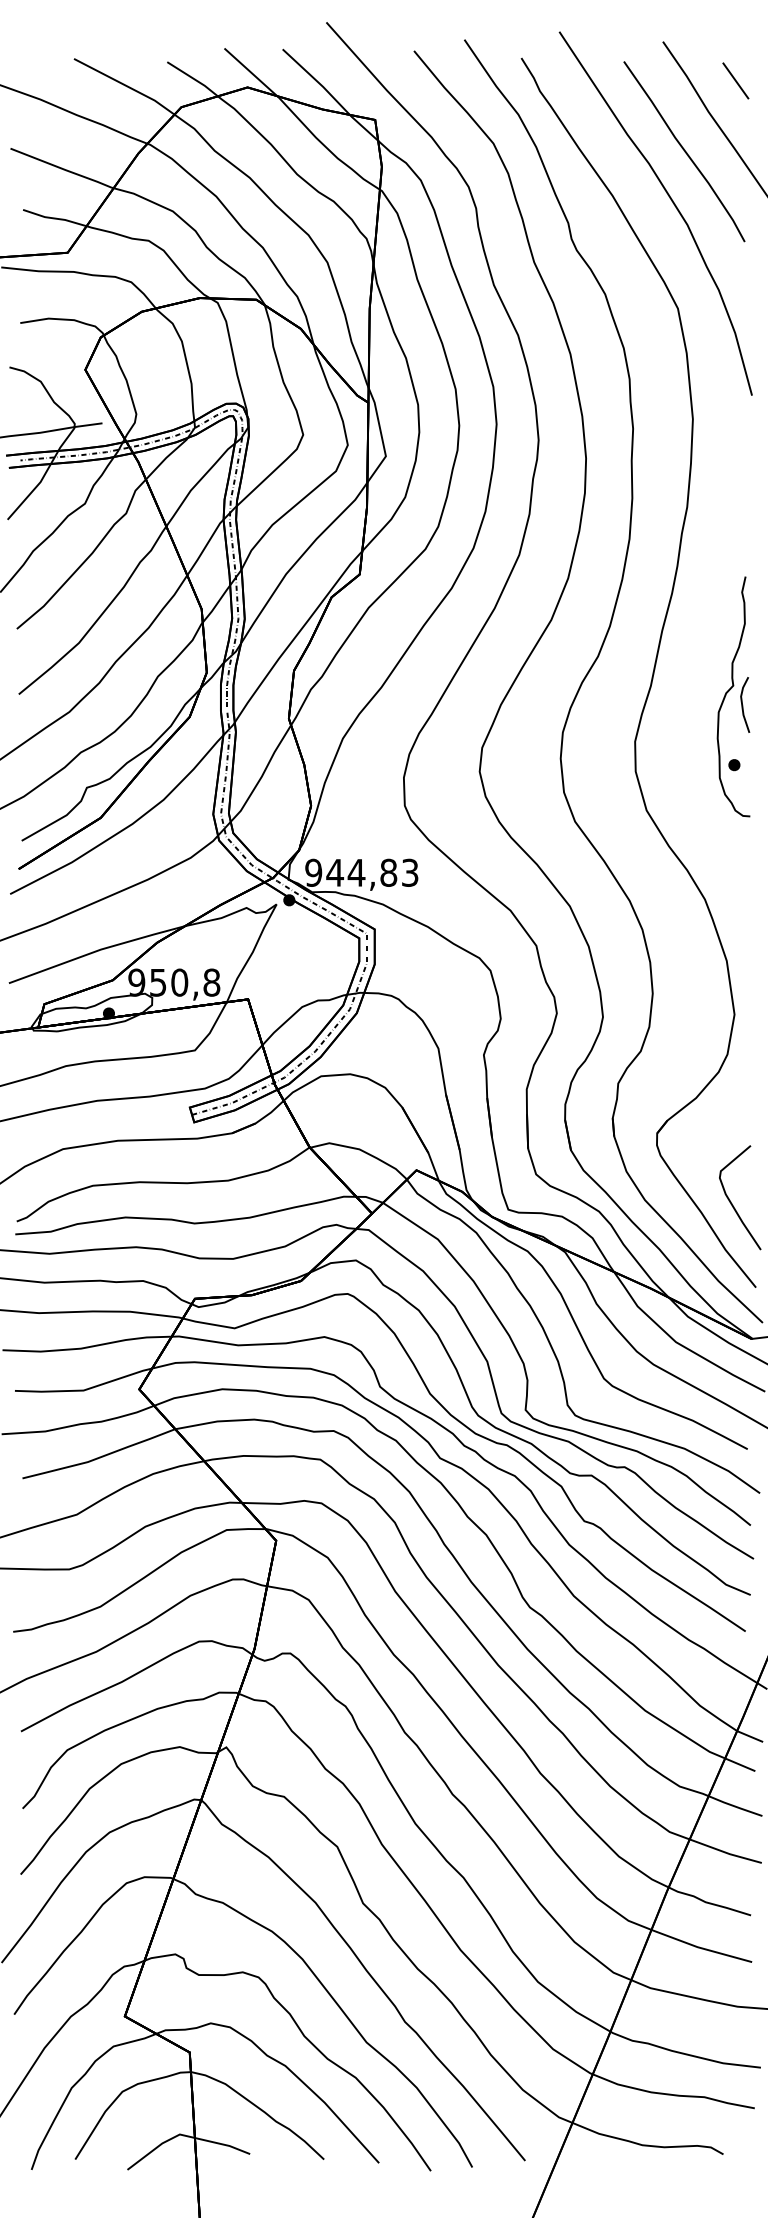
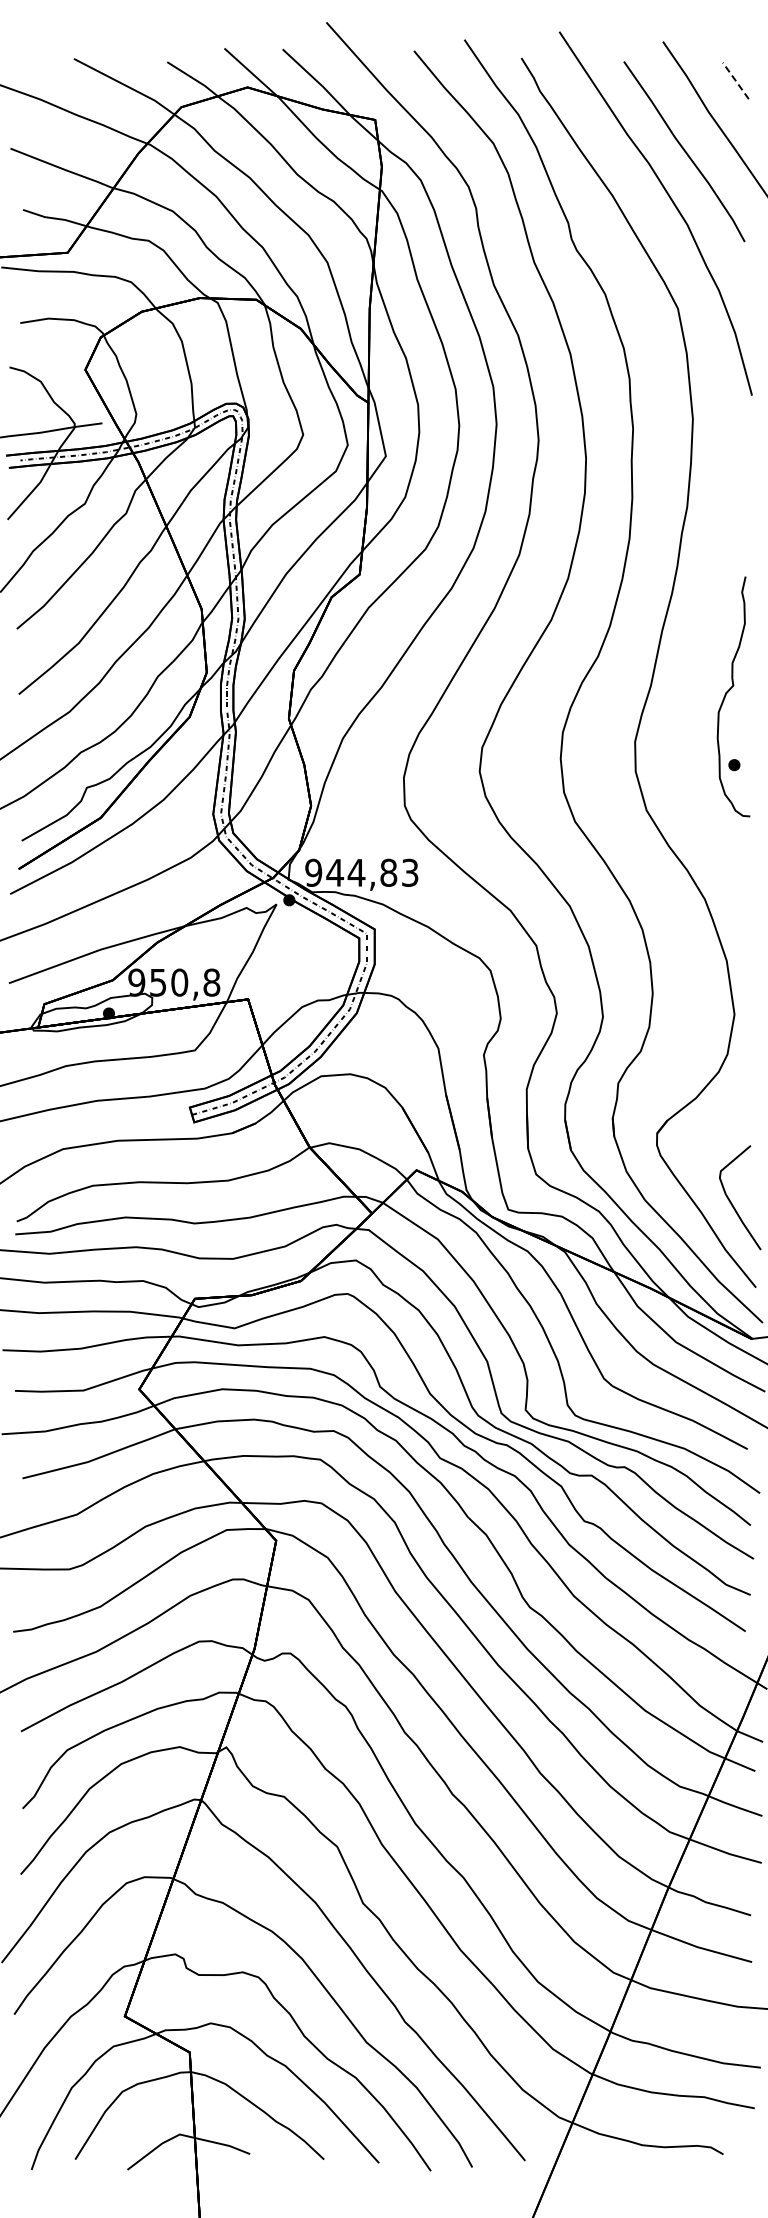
line at (735, 80): solid -> dashed
line at (743, 705): present -> none
